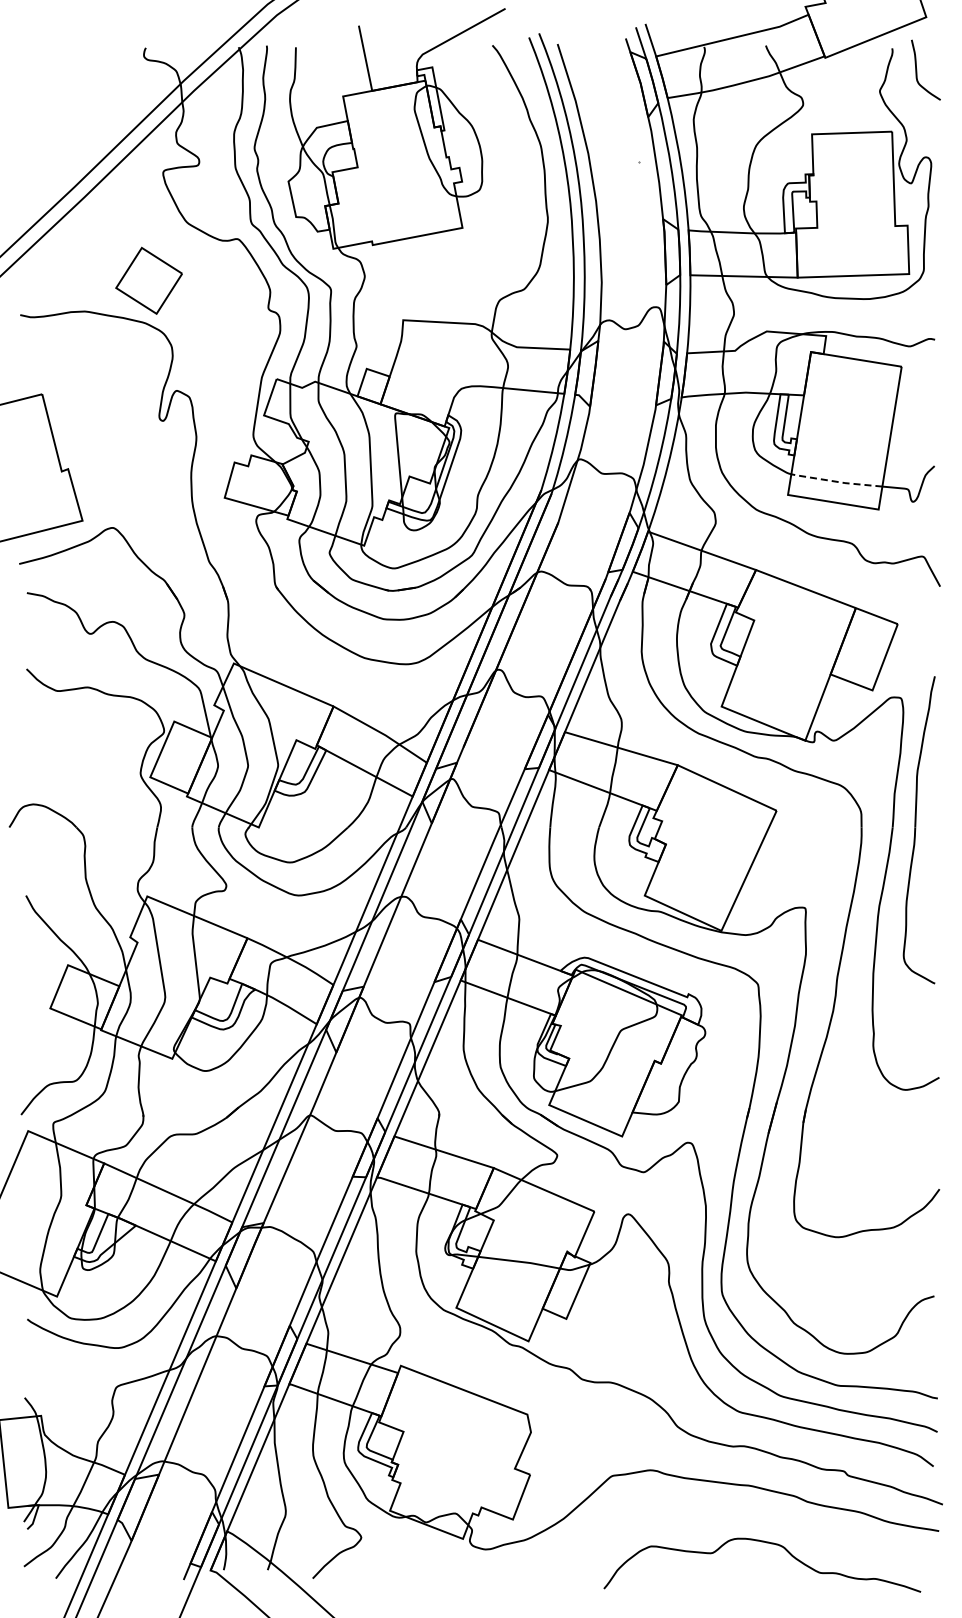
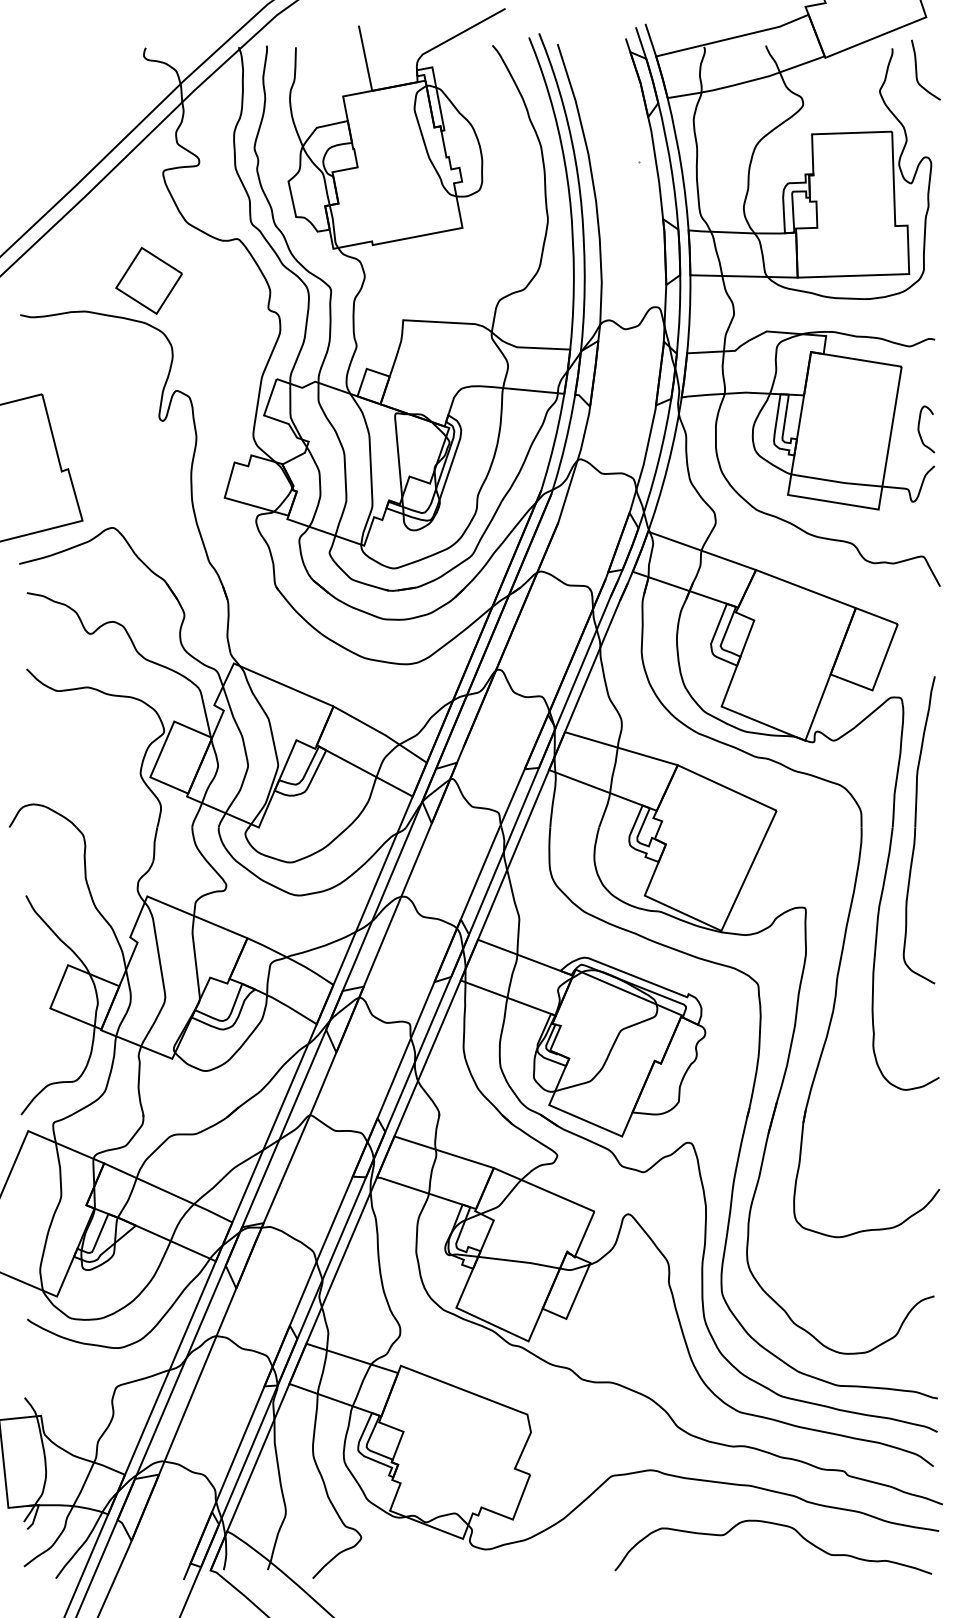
curve at (919, 429): none -> present
line at (836, 481): dashed -> solid
curve at (766, 1543) position: (766, 1543) -> (777, 1525)
